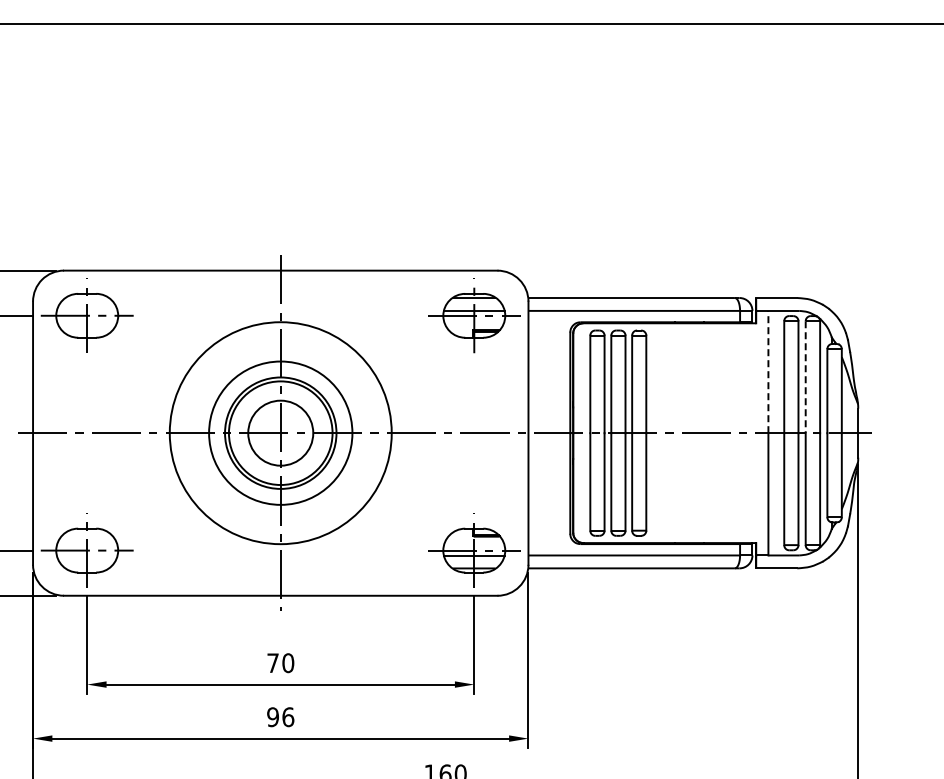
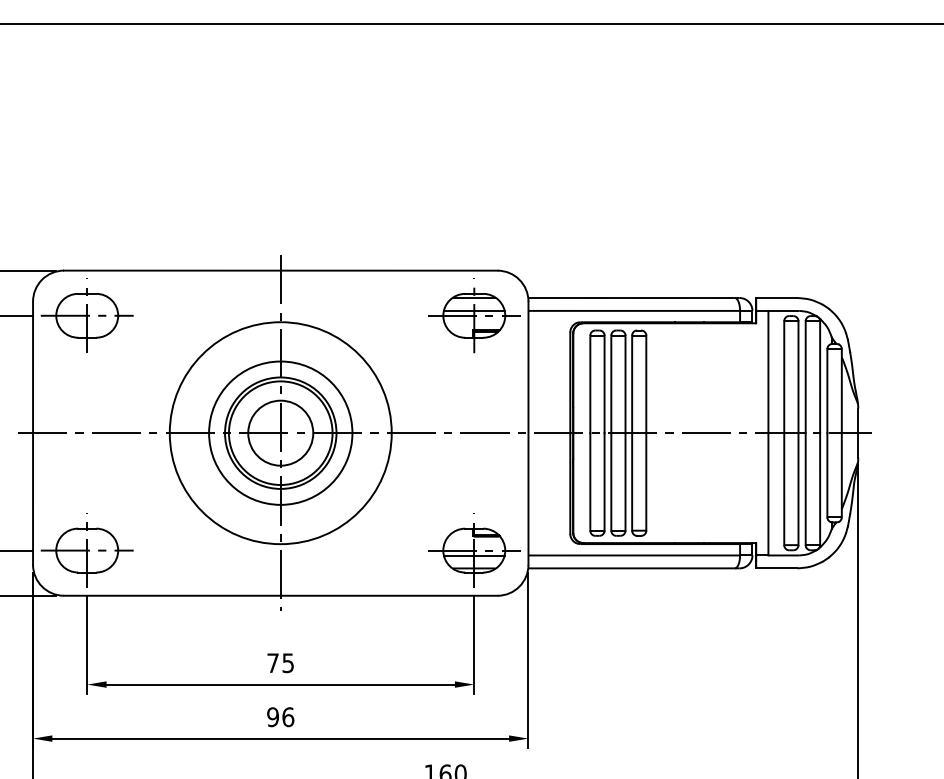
line at (768, 371): dashed -> solid
line at (805, 377): dashed -> solid
text at (288, 663): 70 -> 75
